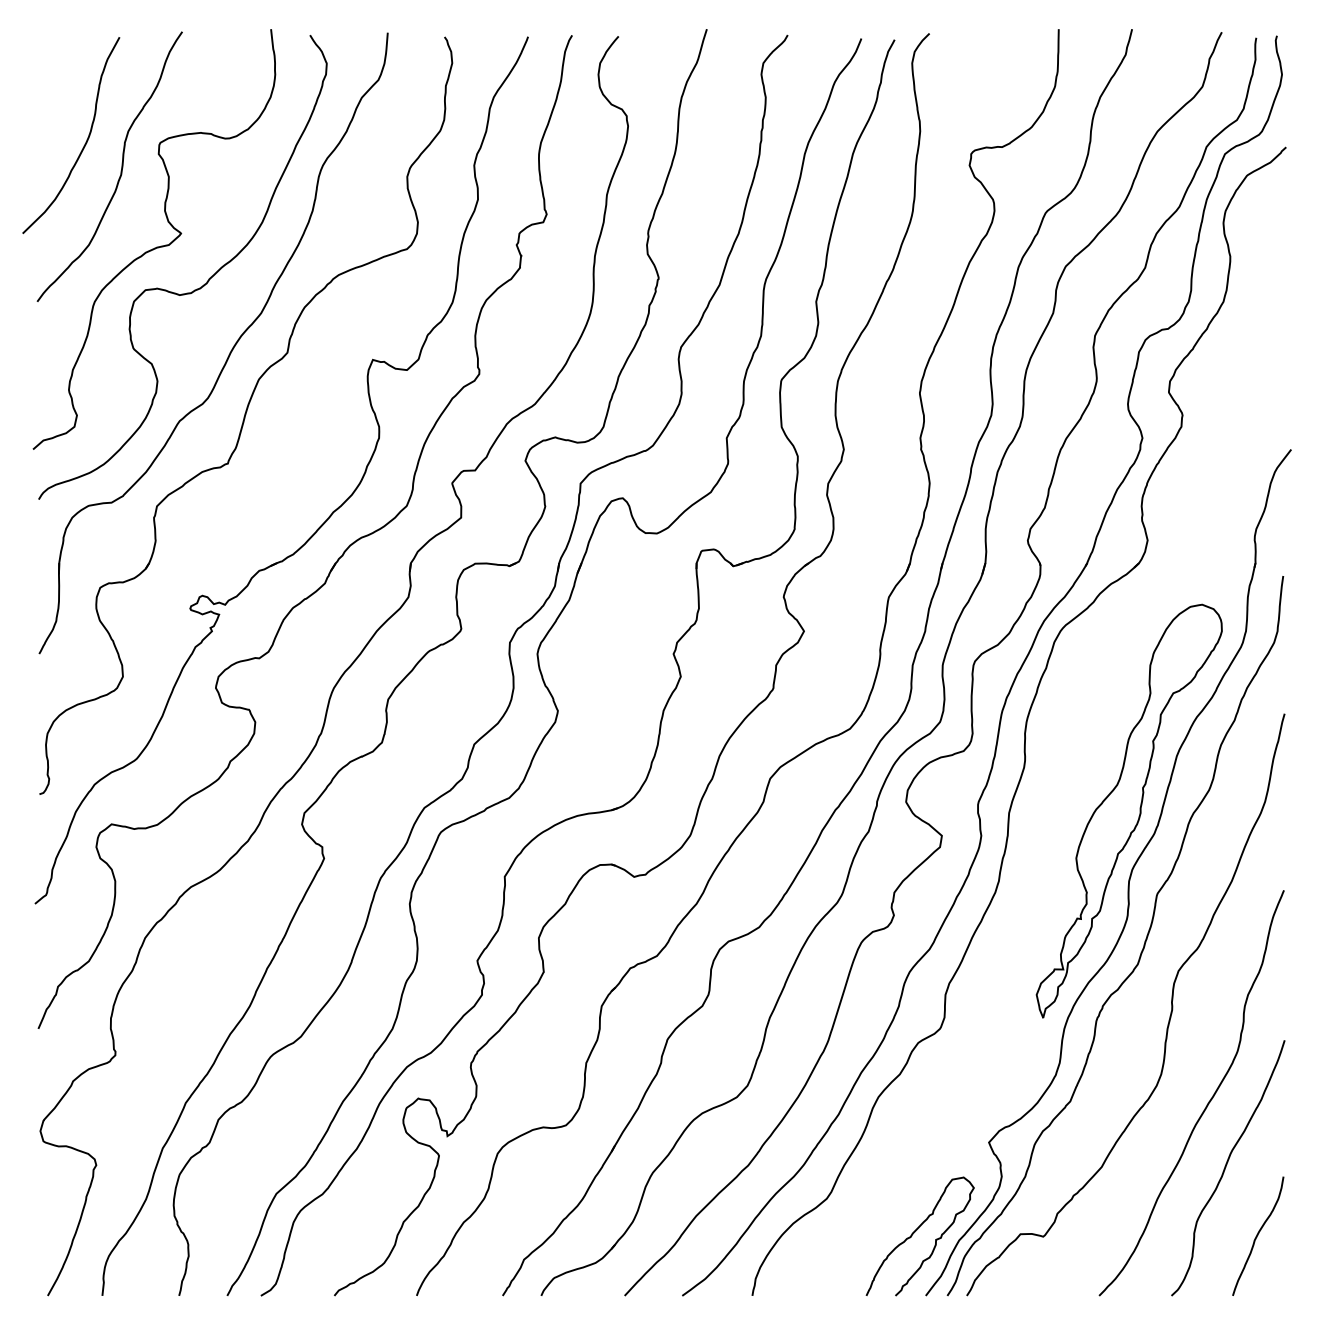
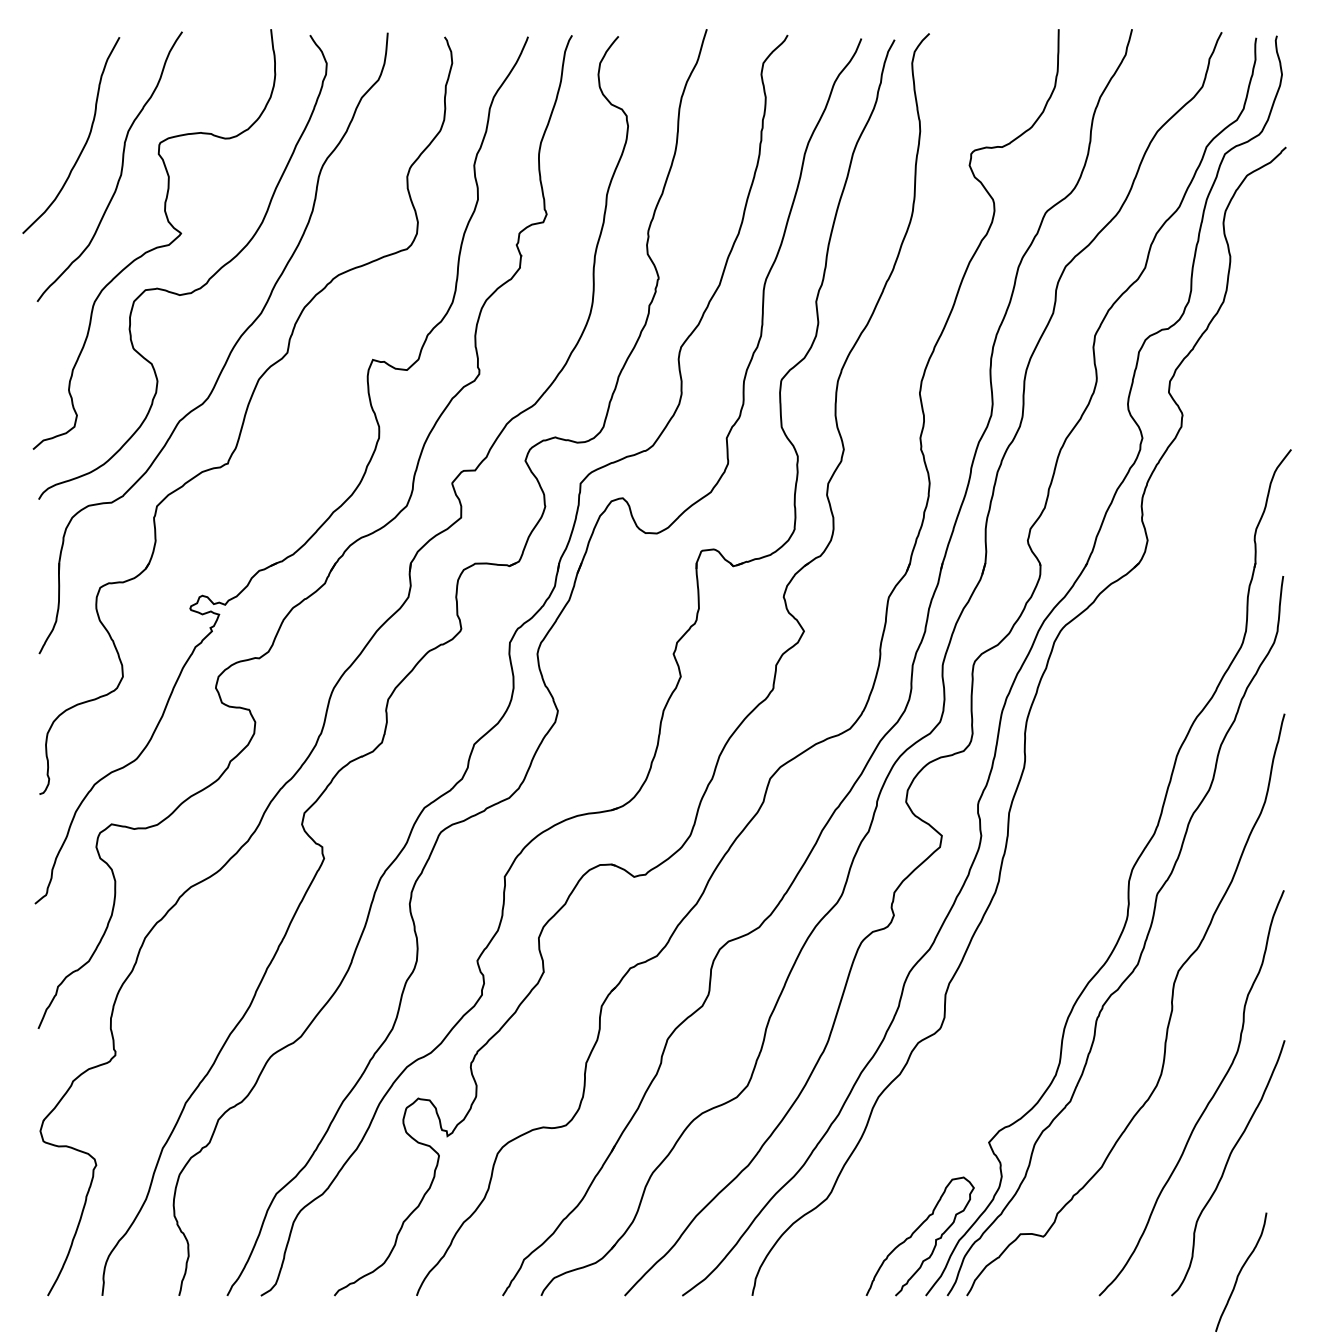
part at (1128, 810): present -> none
curve at (1258, 1235) position: (1258, 1235) -> (1241, 1271)
